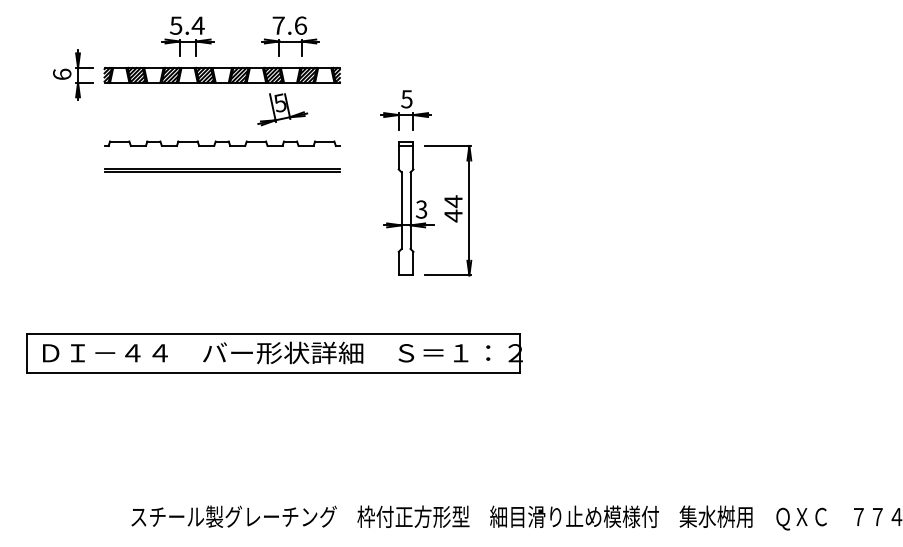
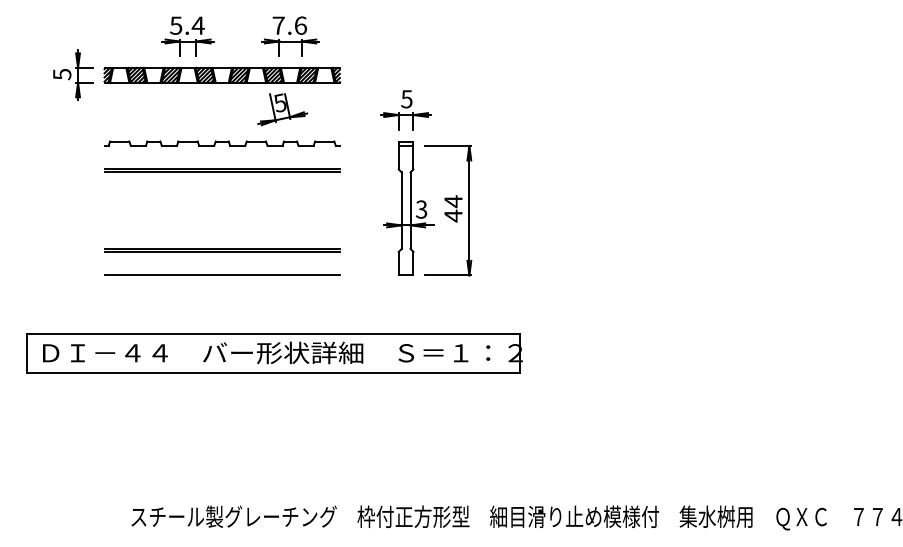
text at (62, 74): 6 -> 5
line at (222, 249): none -> present
line at (221, 275): none -> present
